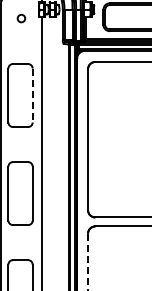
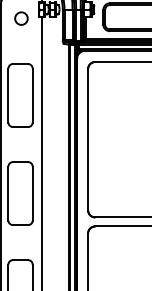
circle at (21, 18) size: 11x11 px -> 15x15 px
line at (32, 95): dashed -> solid
line at (88, 262): dashed -> solid
